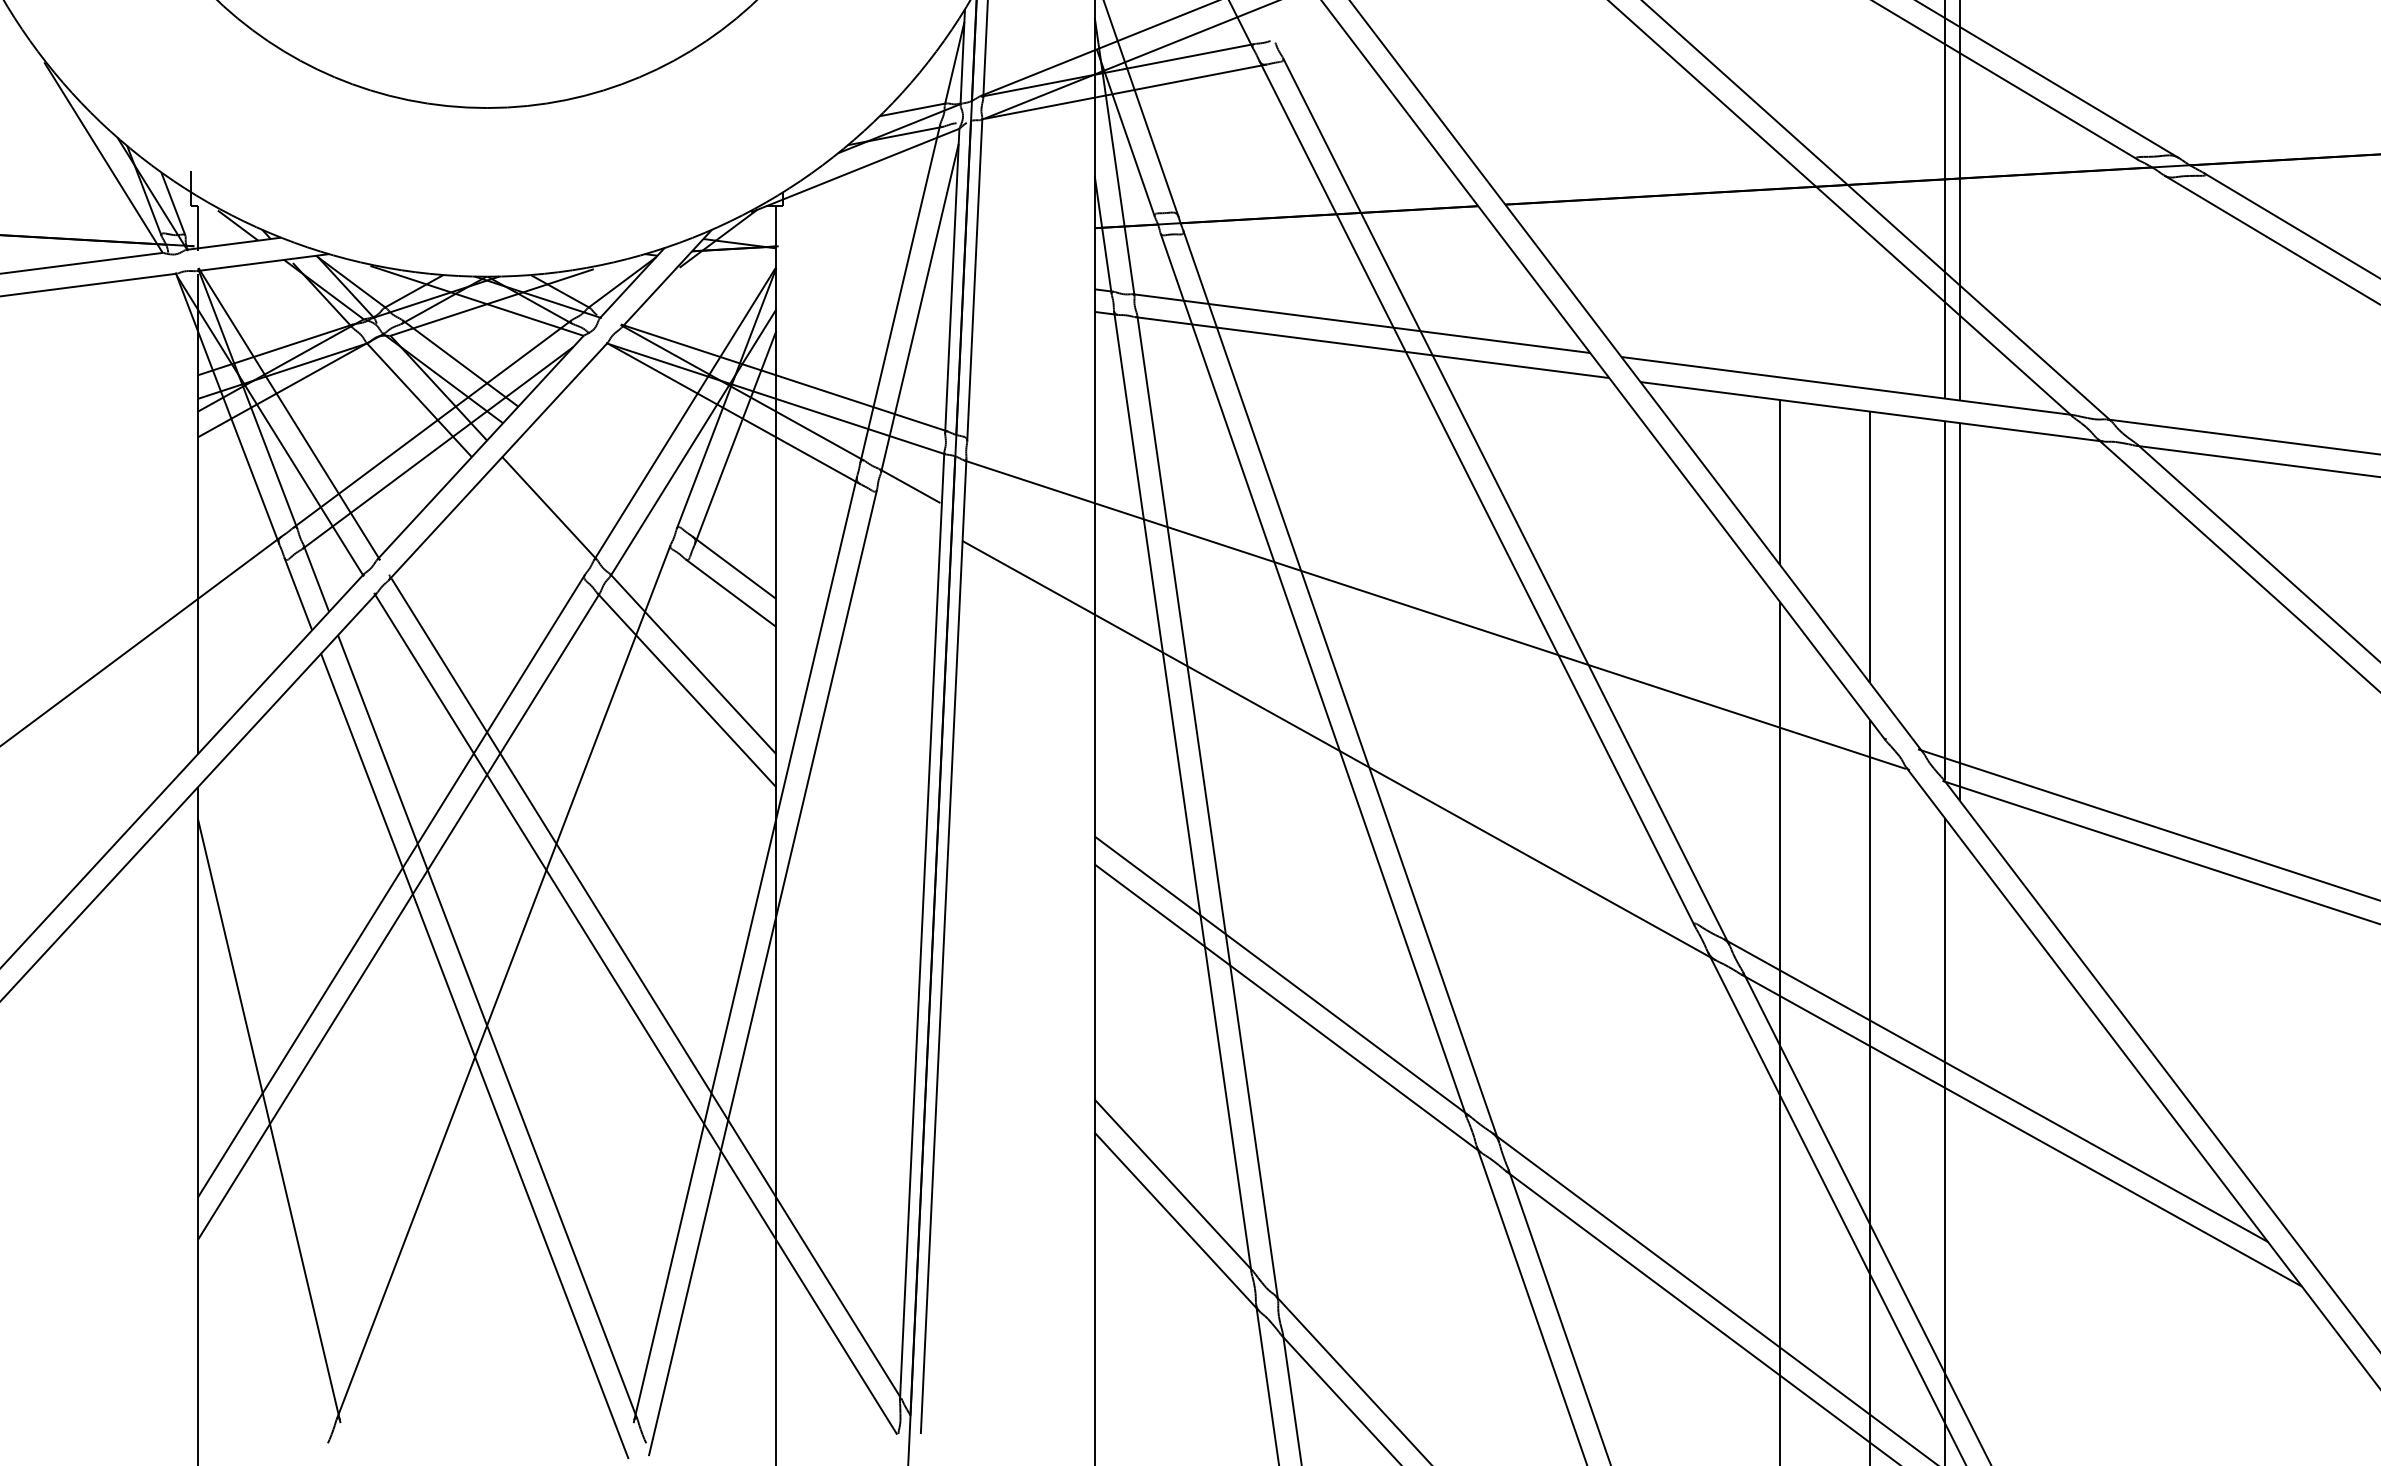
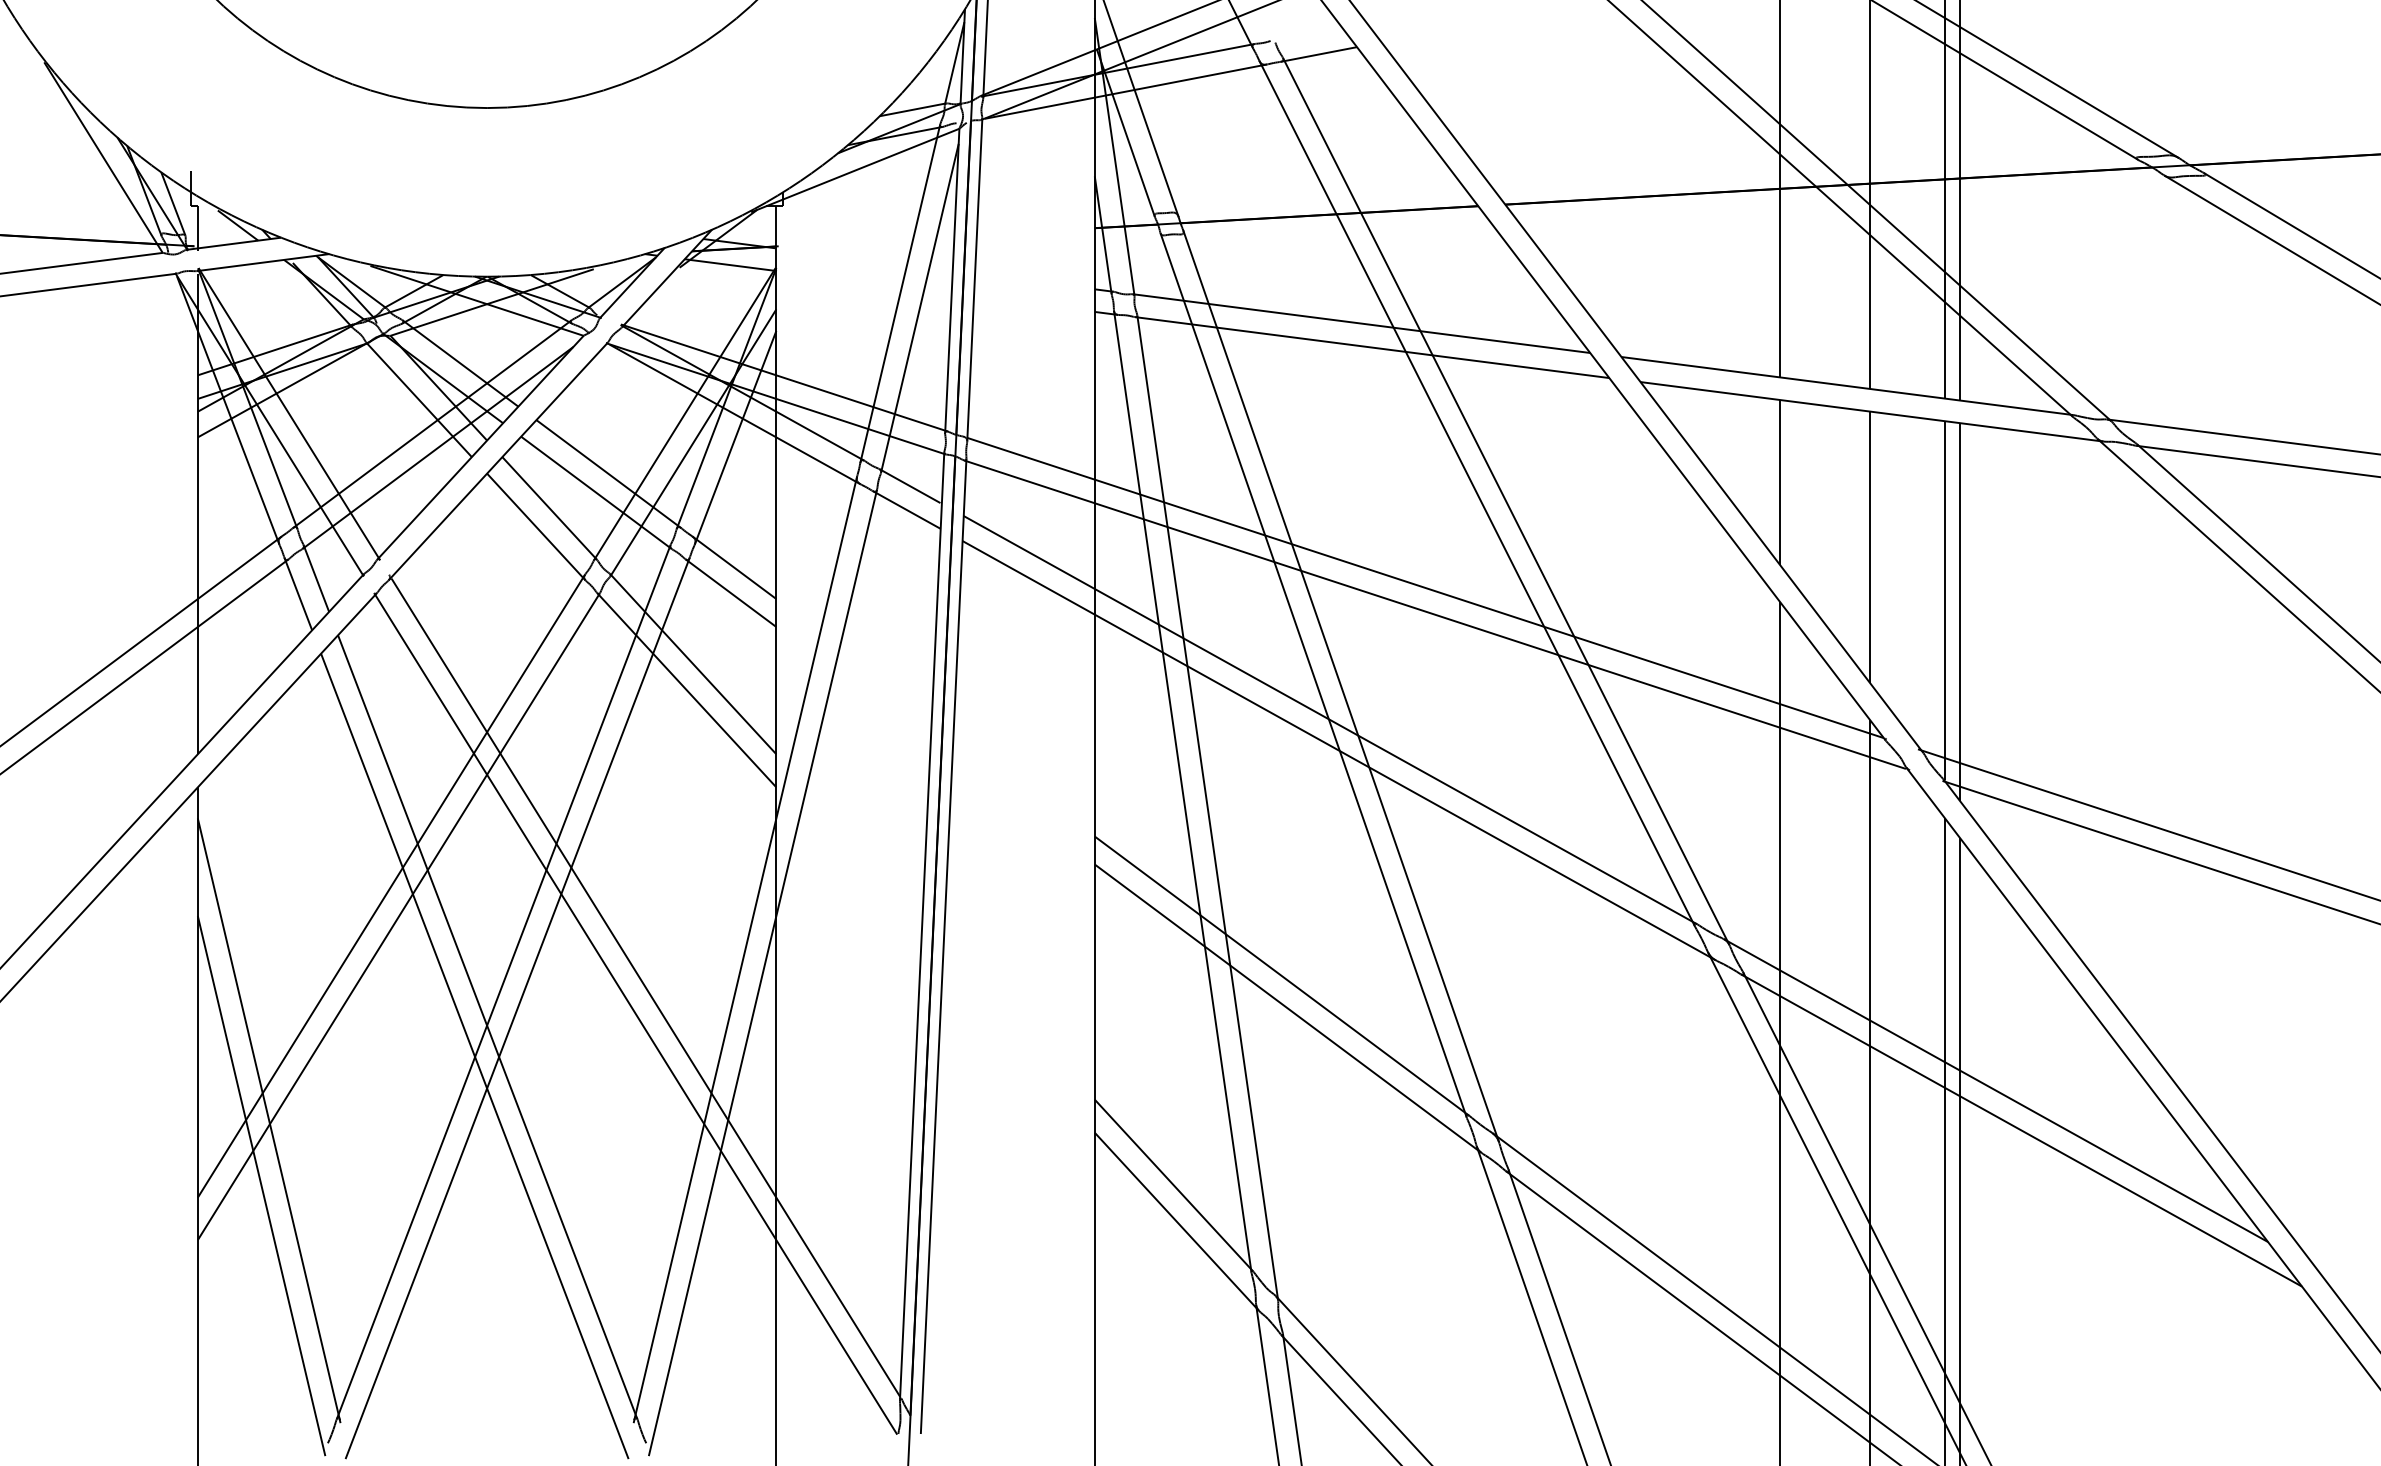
line at (1318, 54): none -> present
line at (1780, 189): none -> present
line at (1869, 195): none -> present
line at (730, 265): none -> present
line at (608, 474): none -> present
line at (596, 492): none -> present
line at (906, 509): none -> present
line at (536, 526): none -> present
line at (1425, 587): none -> present
line at (145, 665): none -> present
line at (1330, 720): none -> present
line at (517, 1008): none -> present
line at (1959, 1149): none -> present
line at (261, 1186): none -> present
